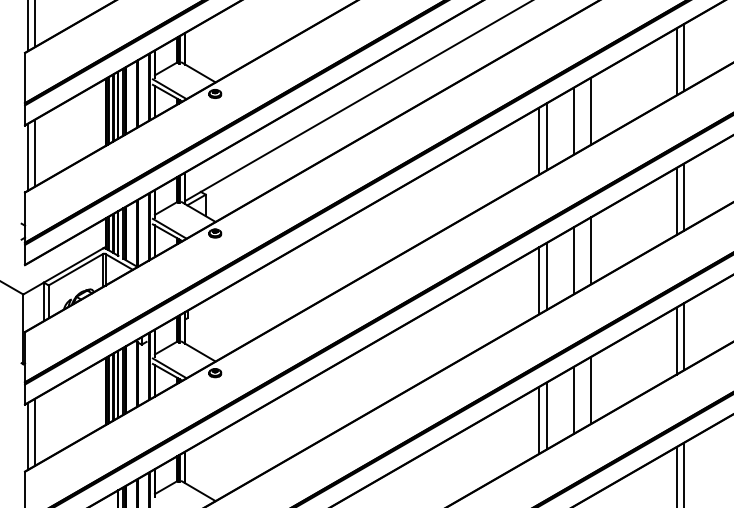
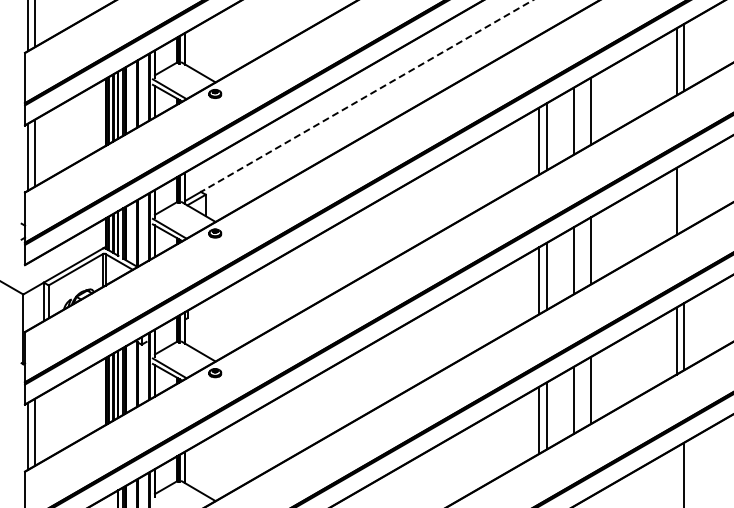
line at (367, 95): solid -> dashed
line at (684, 196): present -> none
line at (676, 475): present -> none
